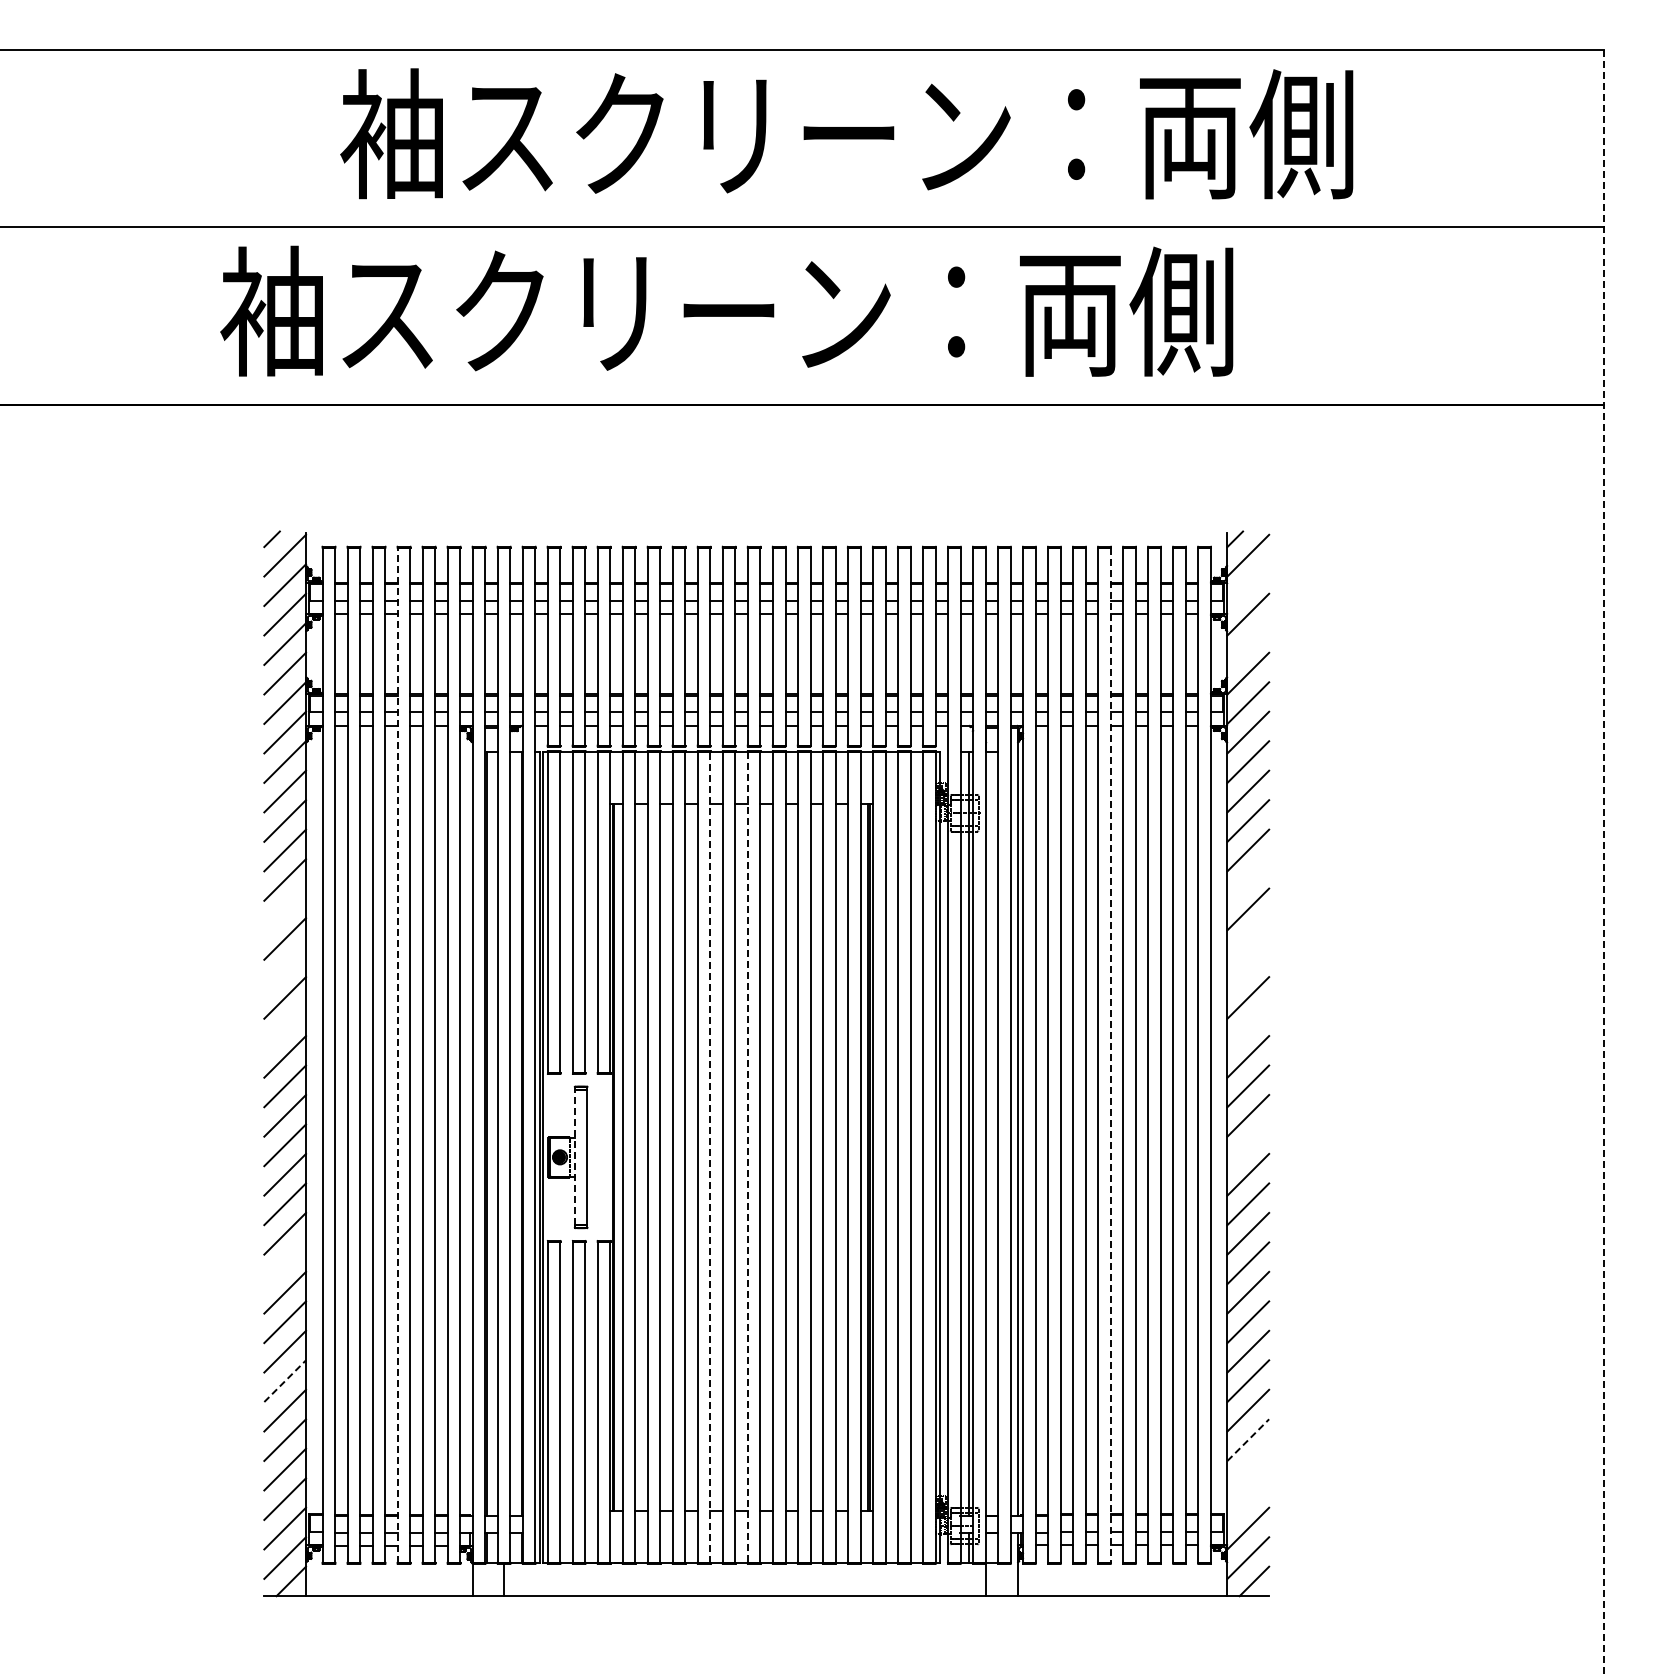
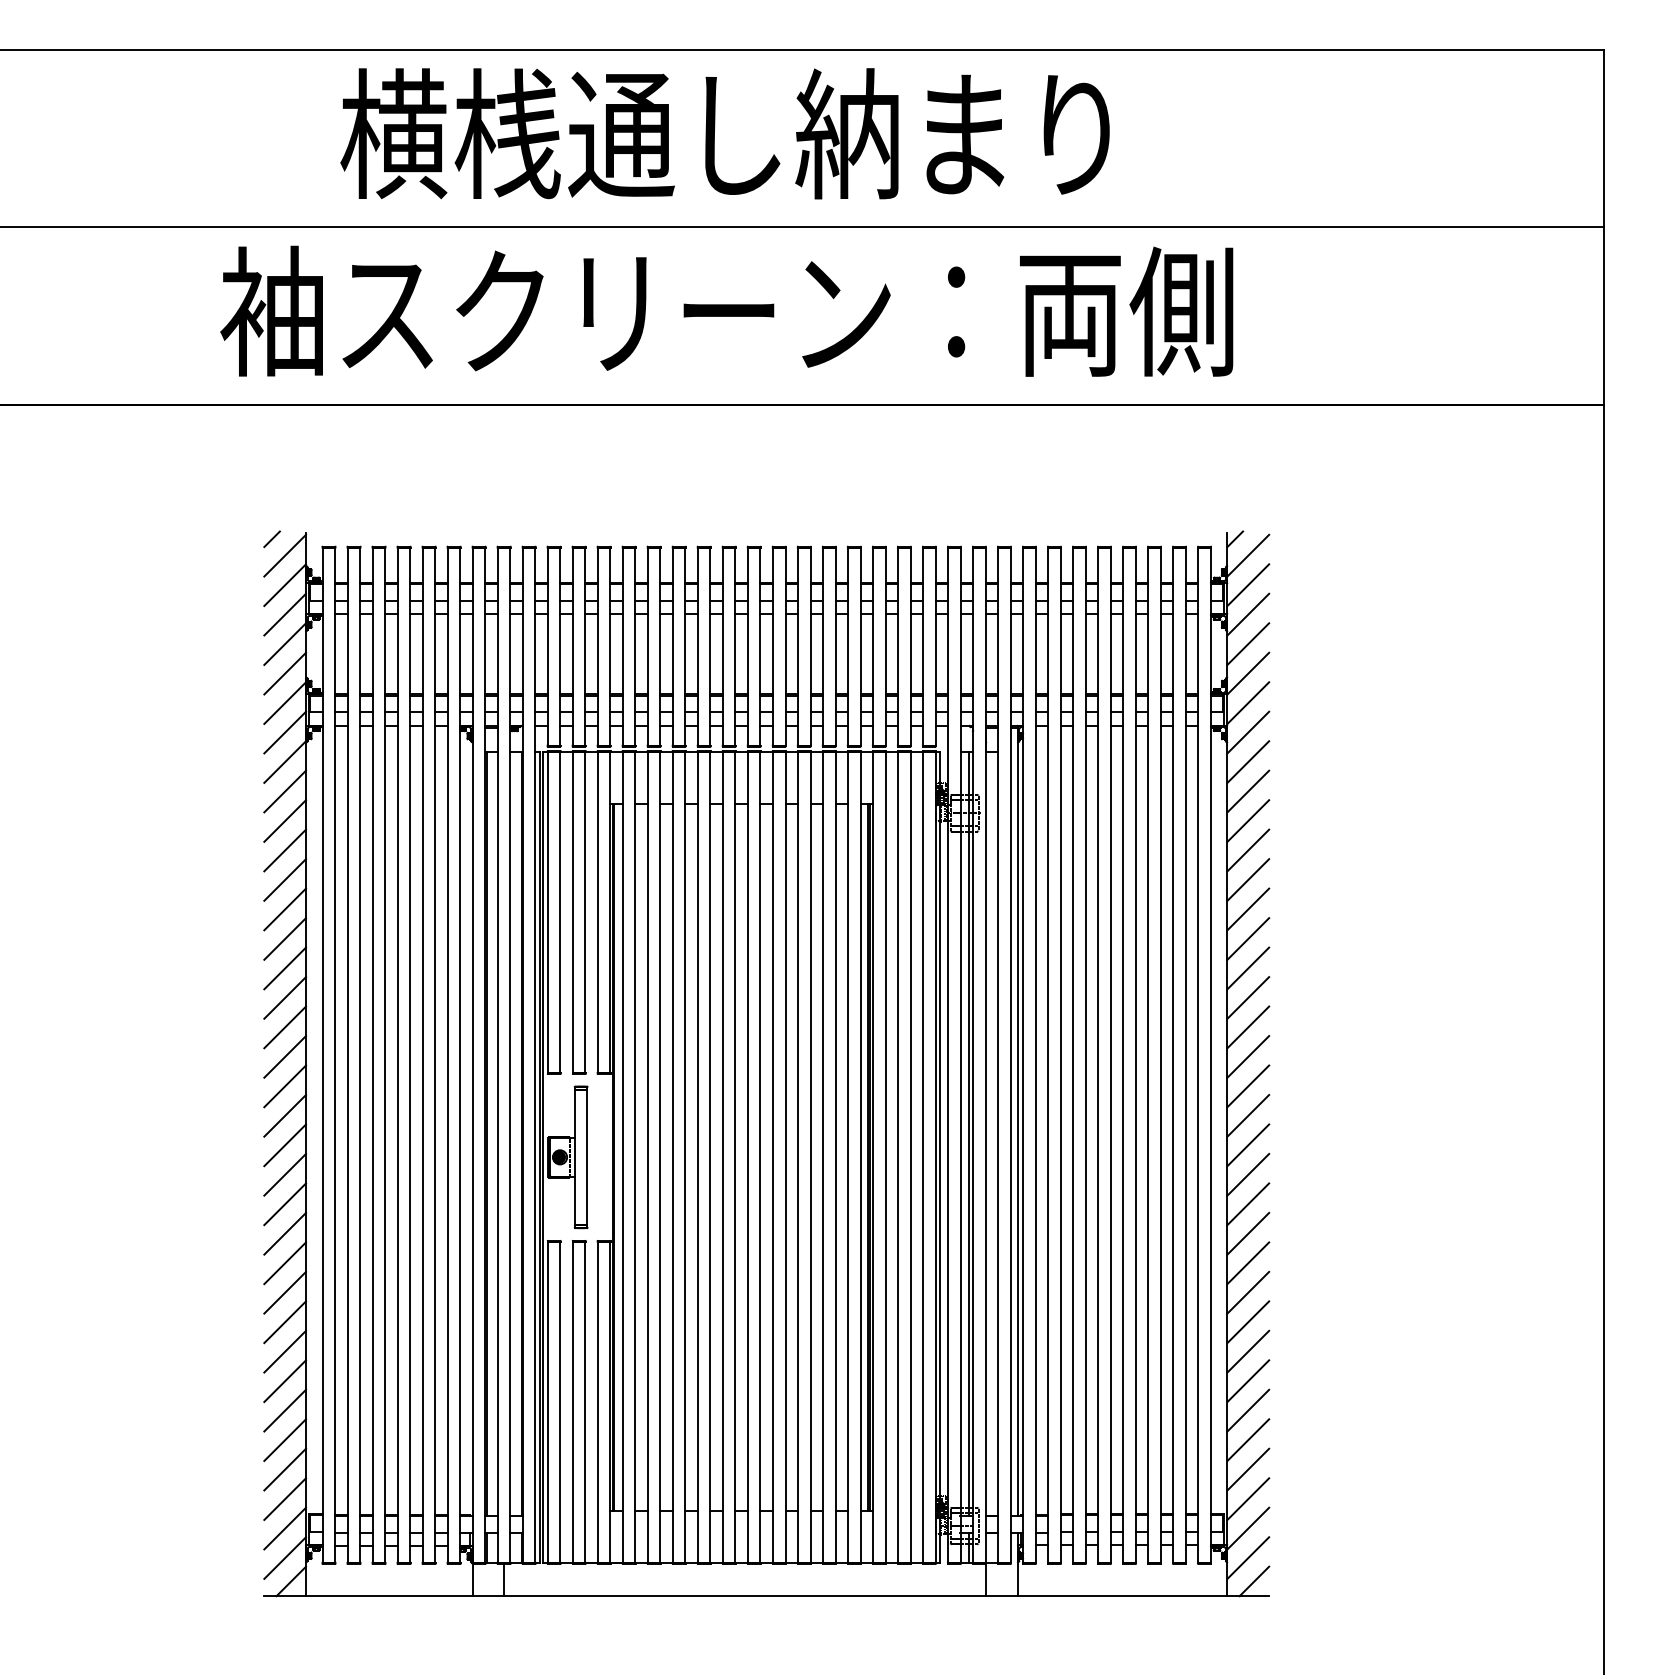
text at (846, 133): 袖スクリーン：両側 -> 横桟通し納まり
line at (1248, 585): none -> present
line at (1248, 643): none -> present
line at (1603, 861): dashed -> solid
line at (1248, 879): none -> present
line at (285, 909): none -> present
line at (1248, 938): none -> present
line at (285, 968): none -> present
line at (1248, 968): none -> present
line at (285, 1027): none -> present
line at (1248, 1027): none -> present
line at (397, 1055): dashed -> solid
line at (1110, 1055): dashed -> solid
line at (1248, 1145): none -> present
line at (574, 1156): dashed -> solid
line at (710, 1156): dashed -> solid
line at (747, 1157): dashed -> solid
line at (285, 1263): none -> present
line at (285, 1380): dashed -> solid
line at (1248, 1439): dashed -> solid
line at (1248, 1469): none -> present
line at (1248, 1498): none -> present
